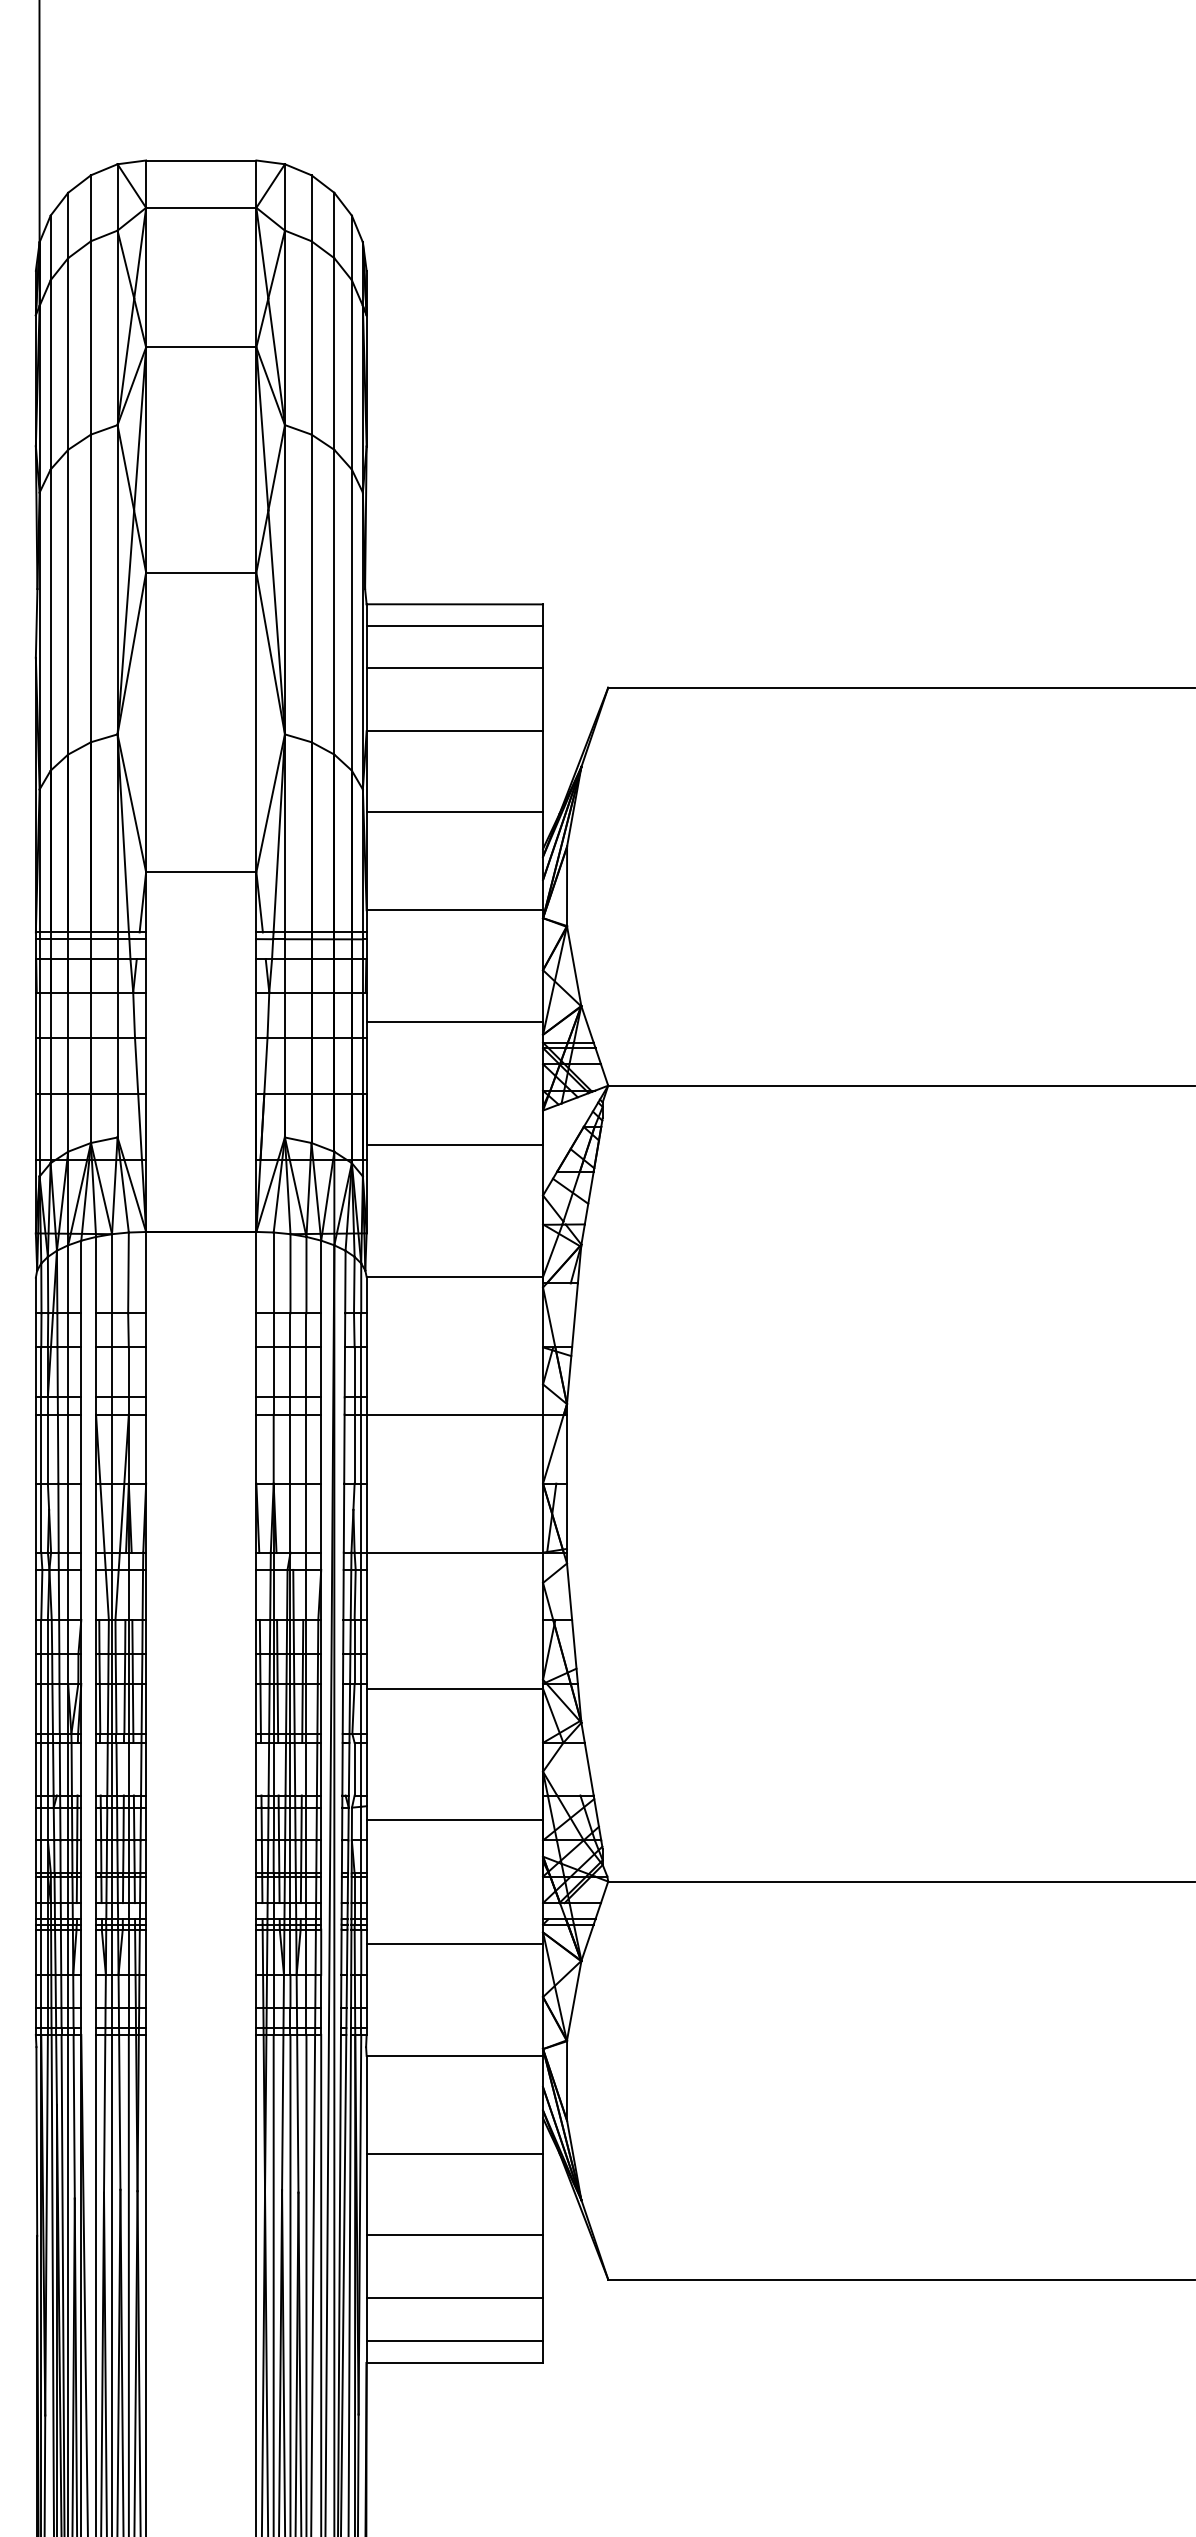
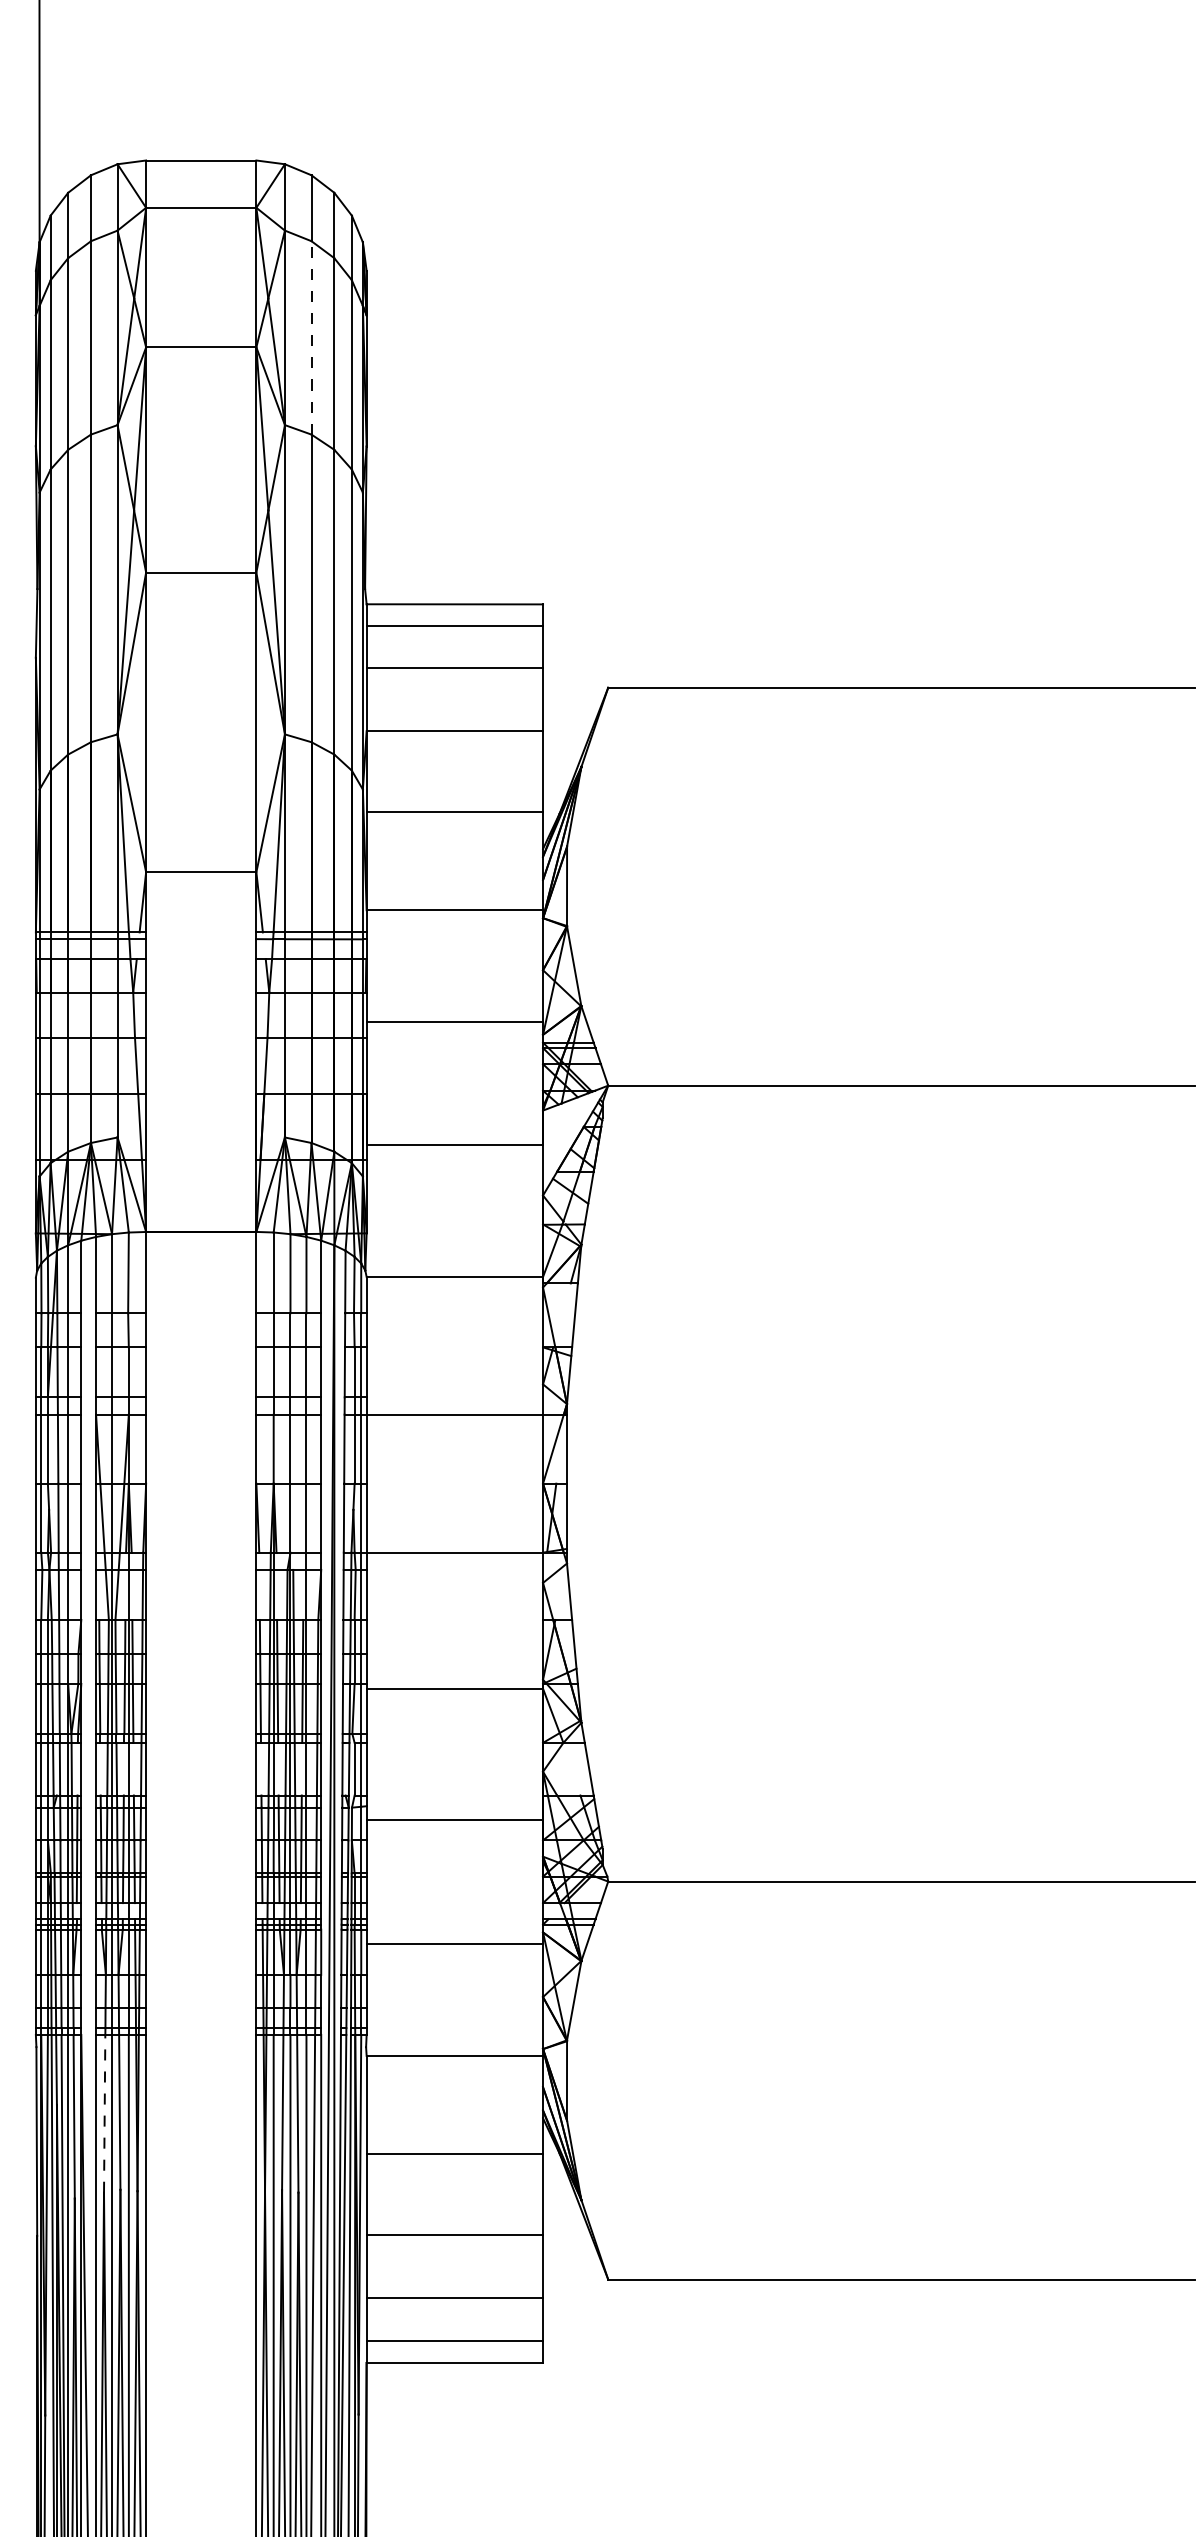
line at (311, 337): solid -> dashed
line at (104, 2113): solid -> dashed
